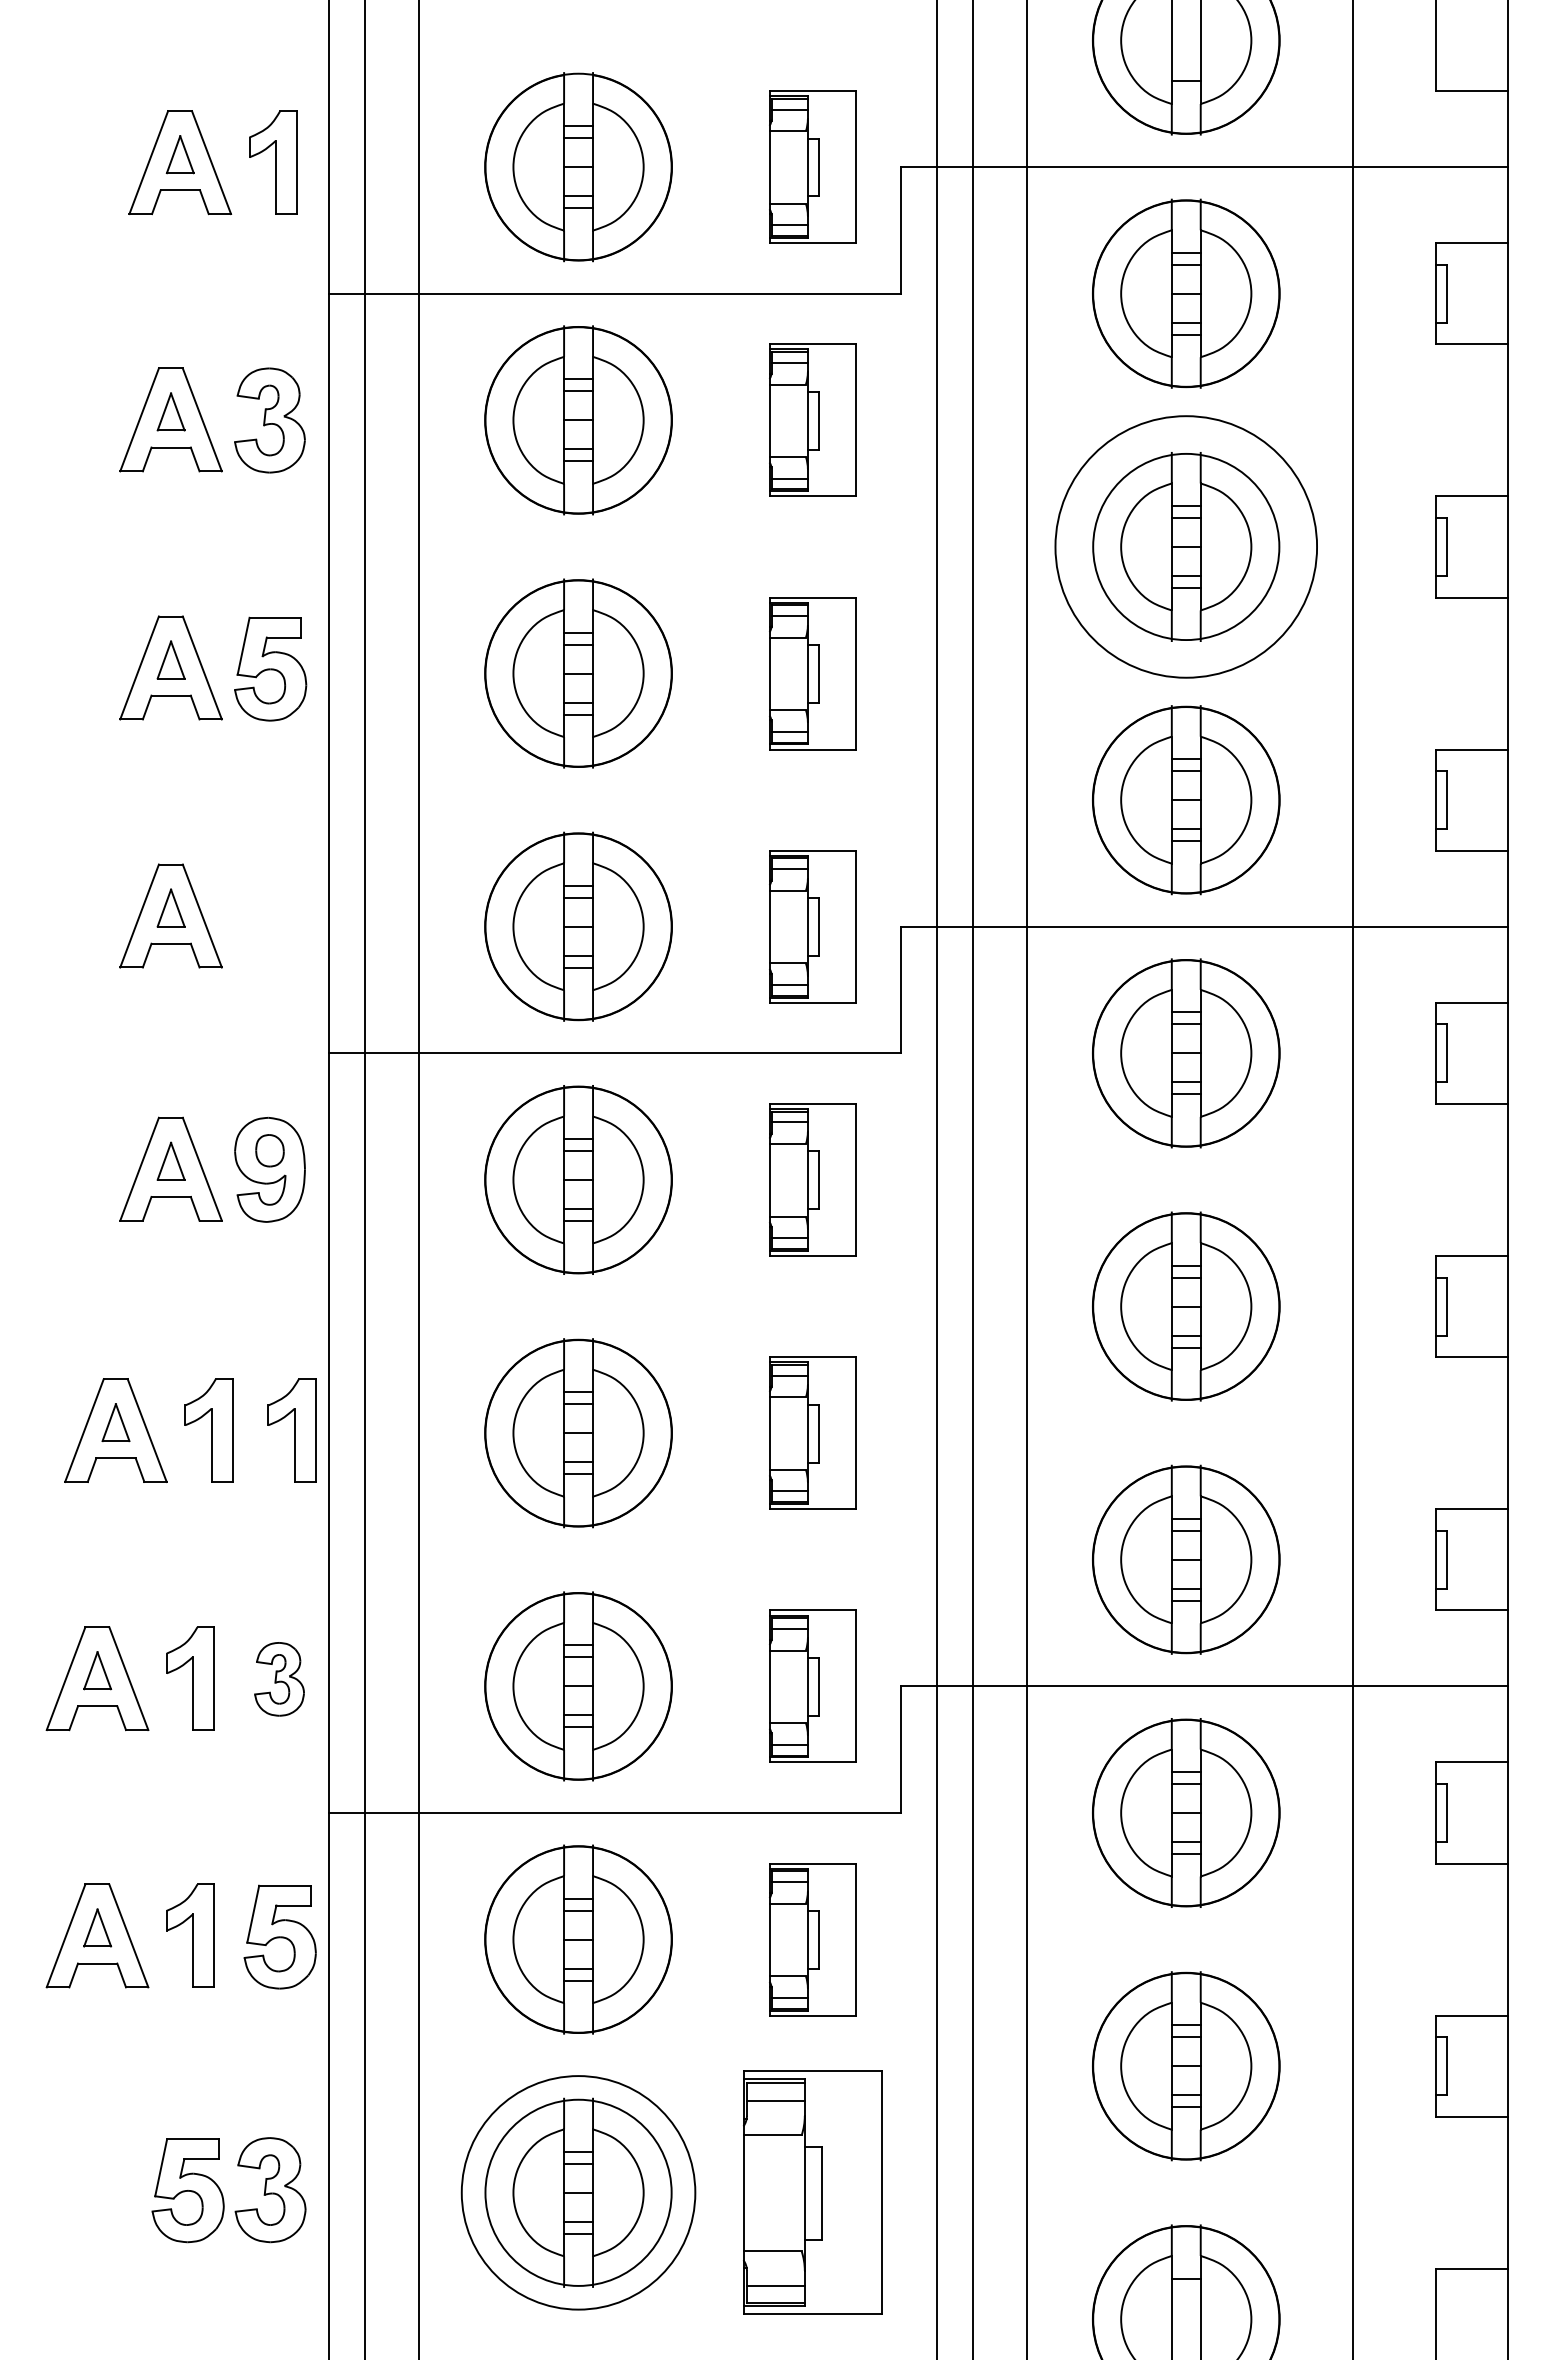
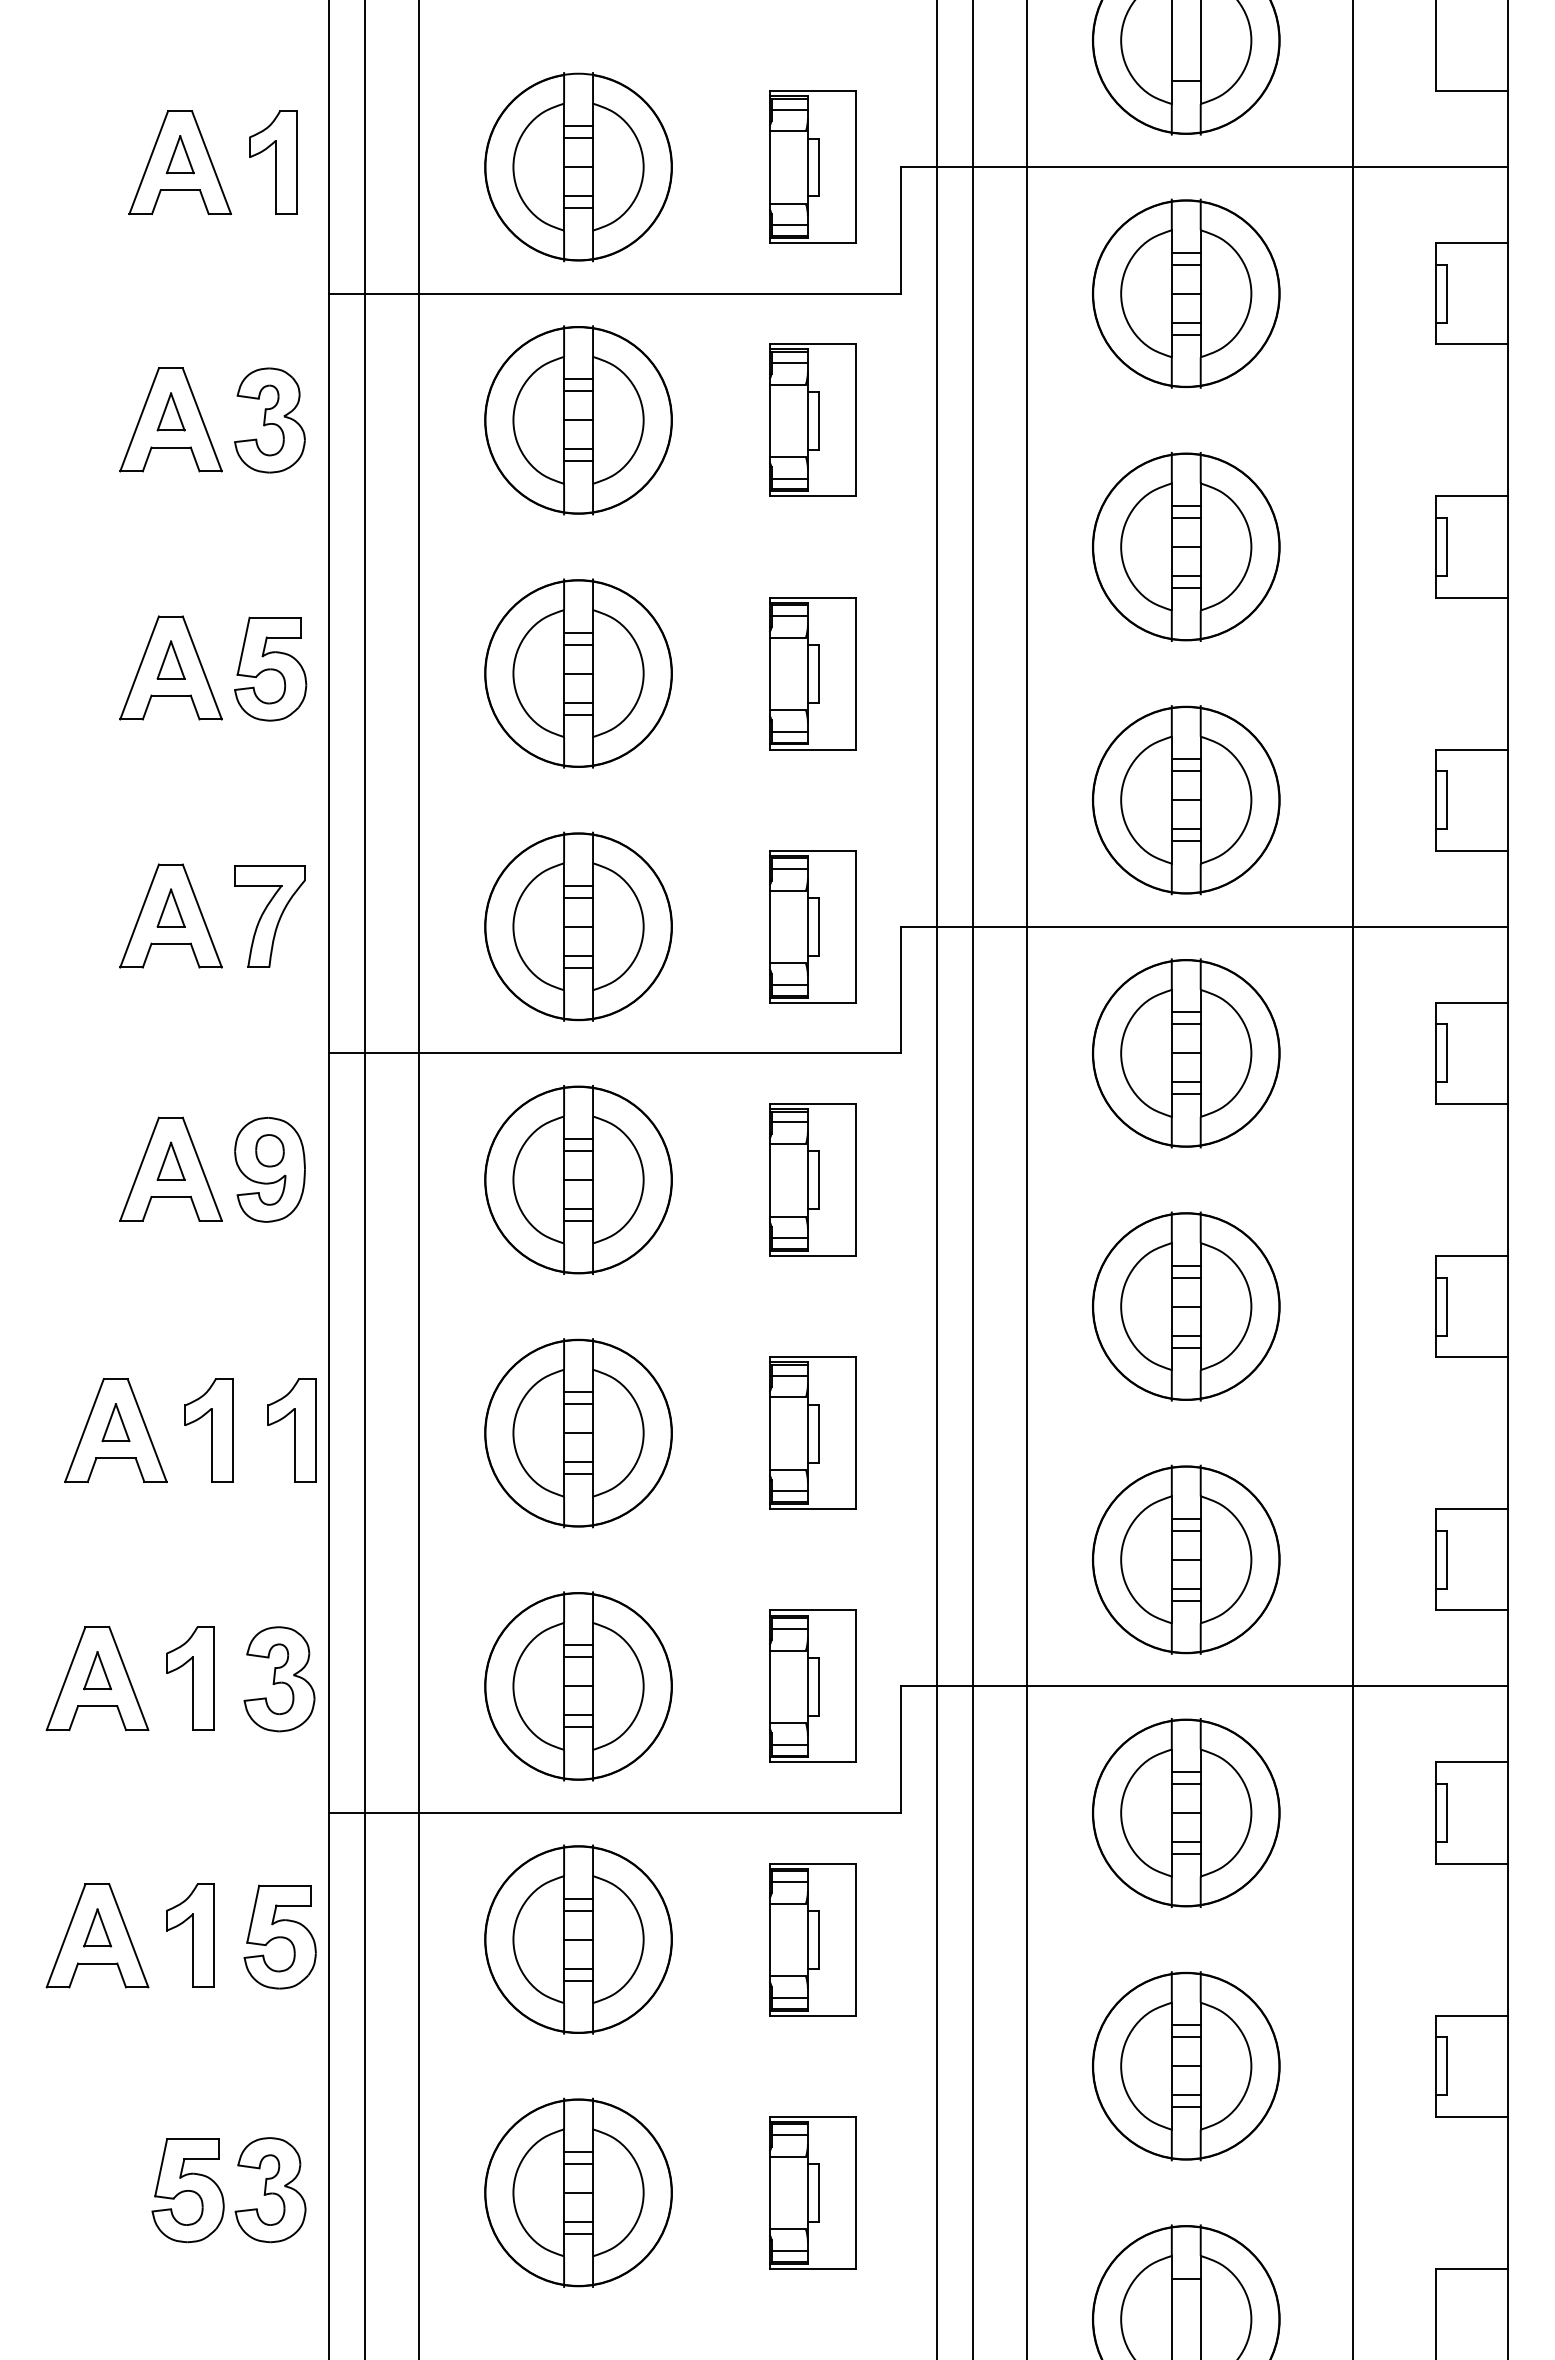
circle at (1186, 546) diameter: 262 px -> 187 px
part at (269, 916): none -> present
part at (279, 1679) size: 51x75 px -> 73x107 px
circle at (578, 2192) diameter: 234 px -> 187 px
part at (812, 2192) size: 140x245 px -> 88x154 px
